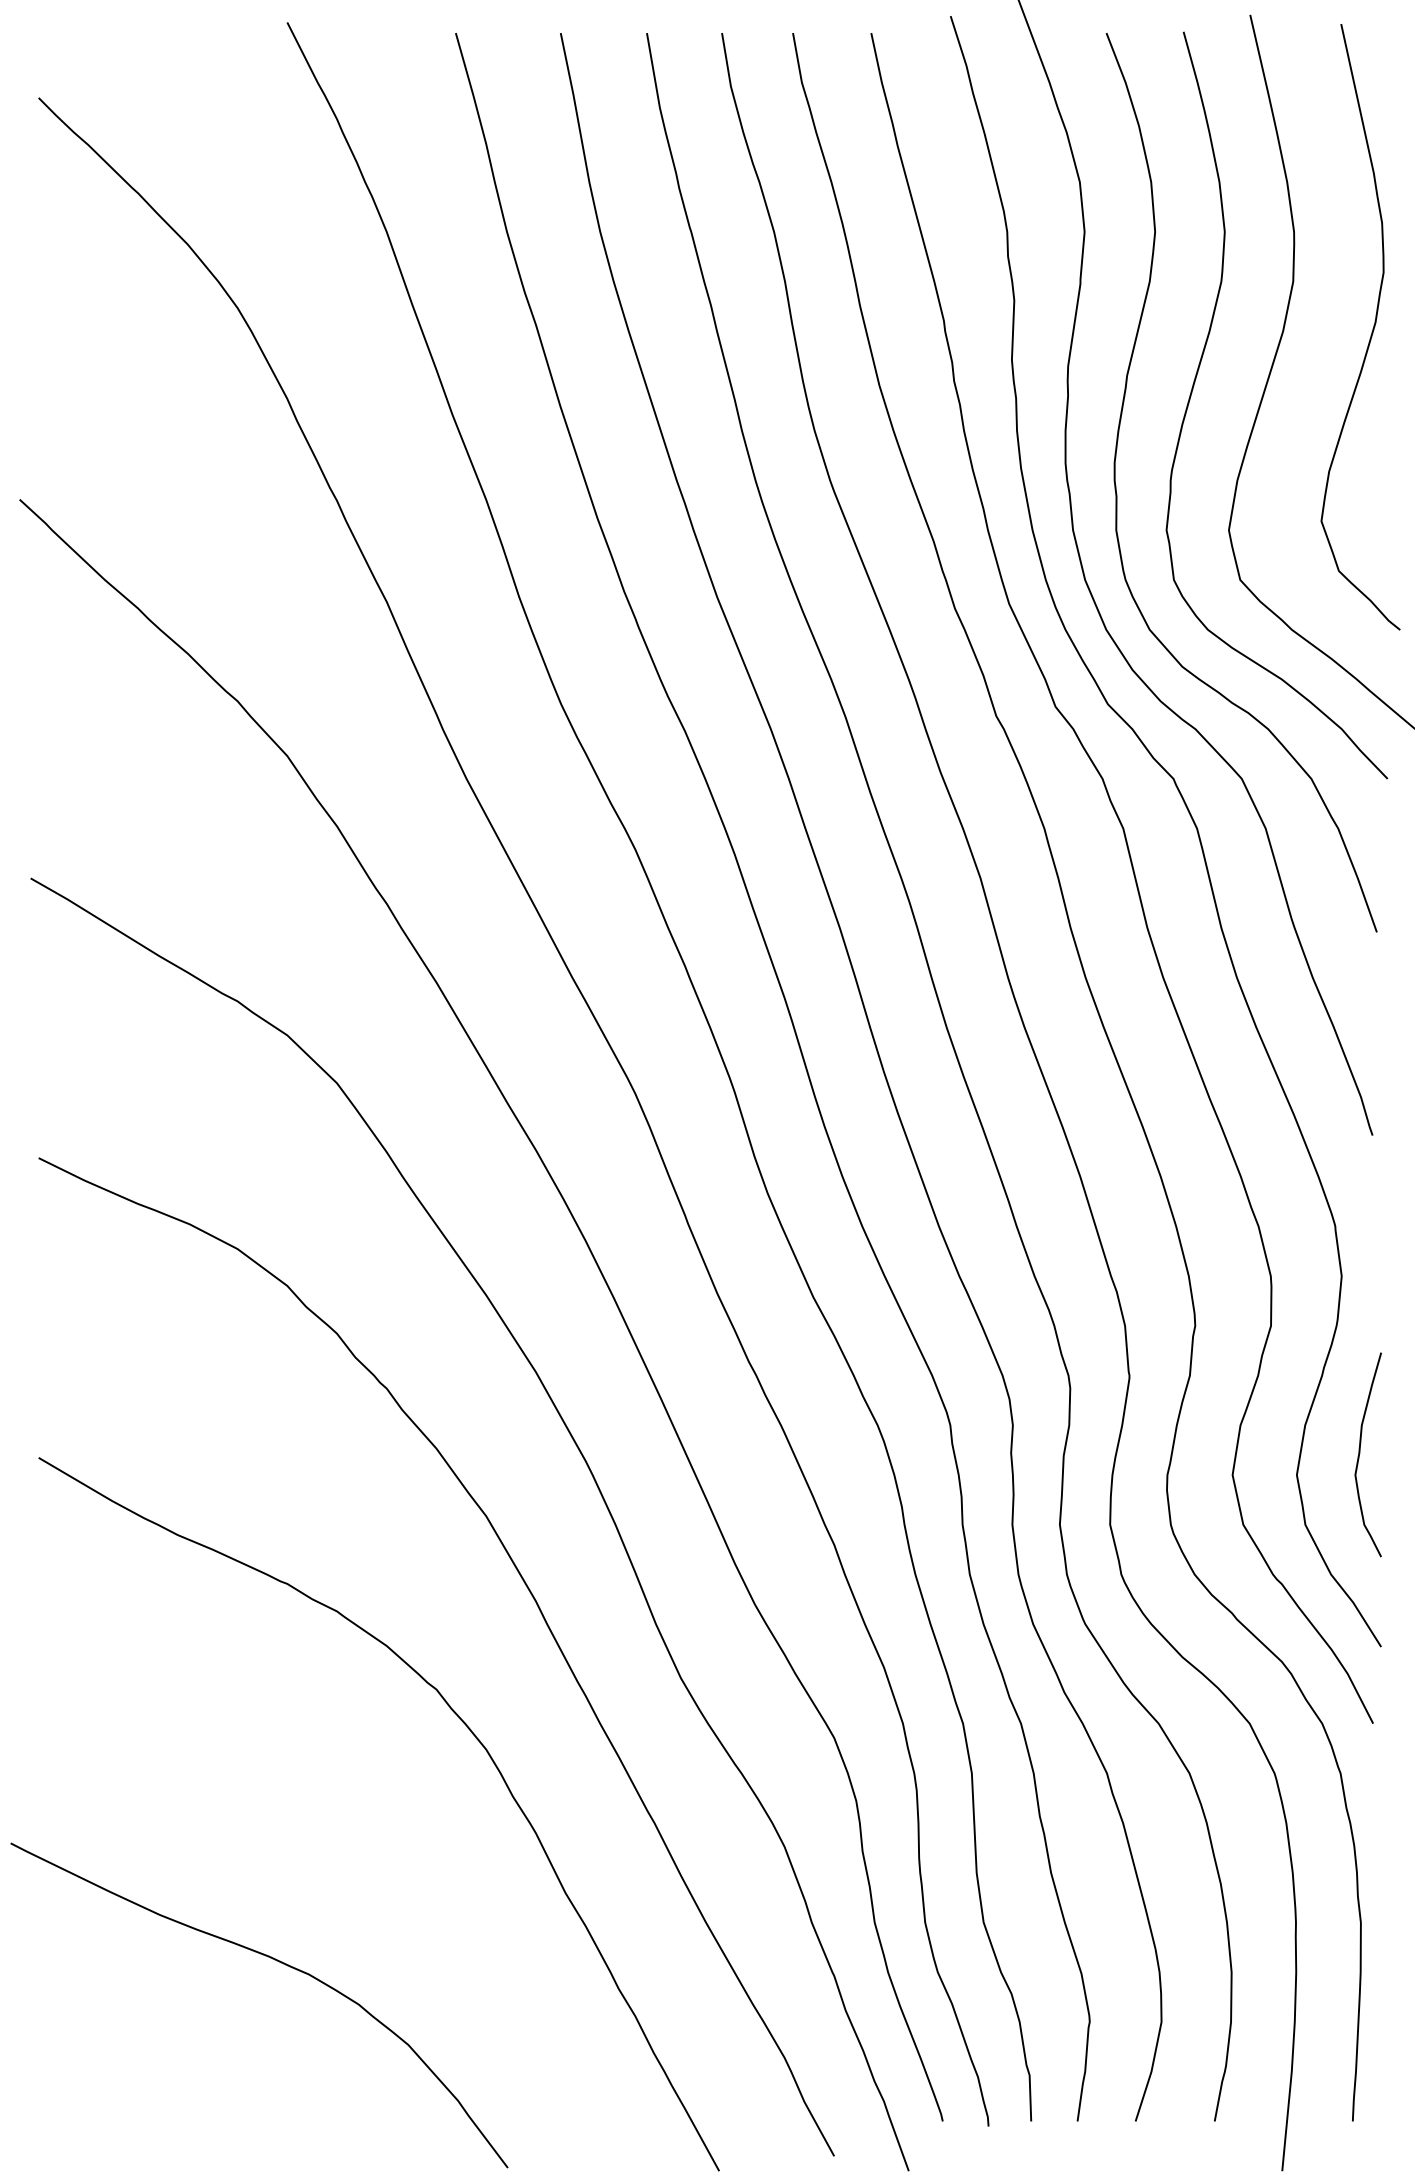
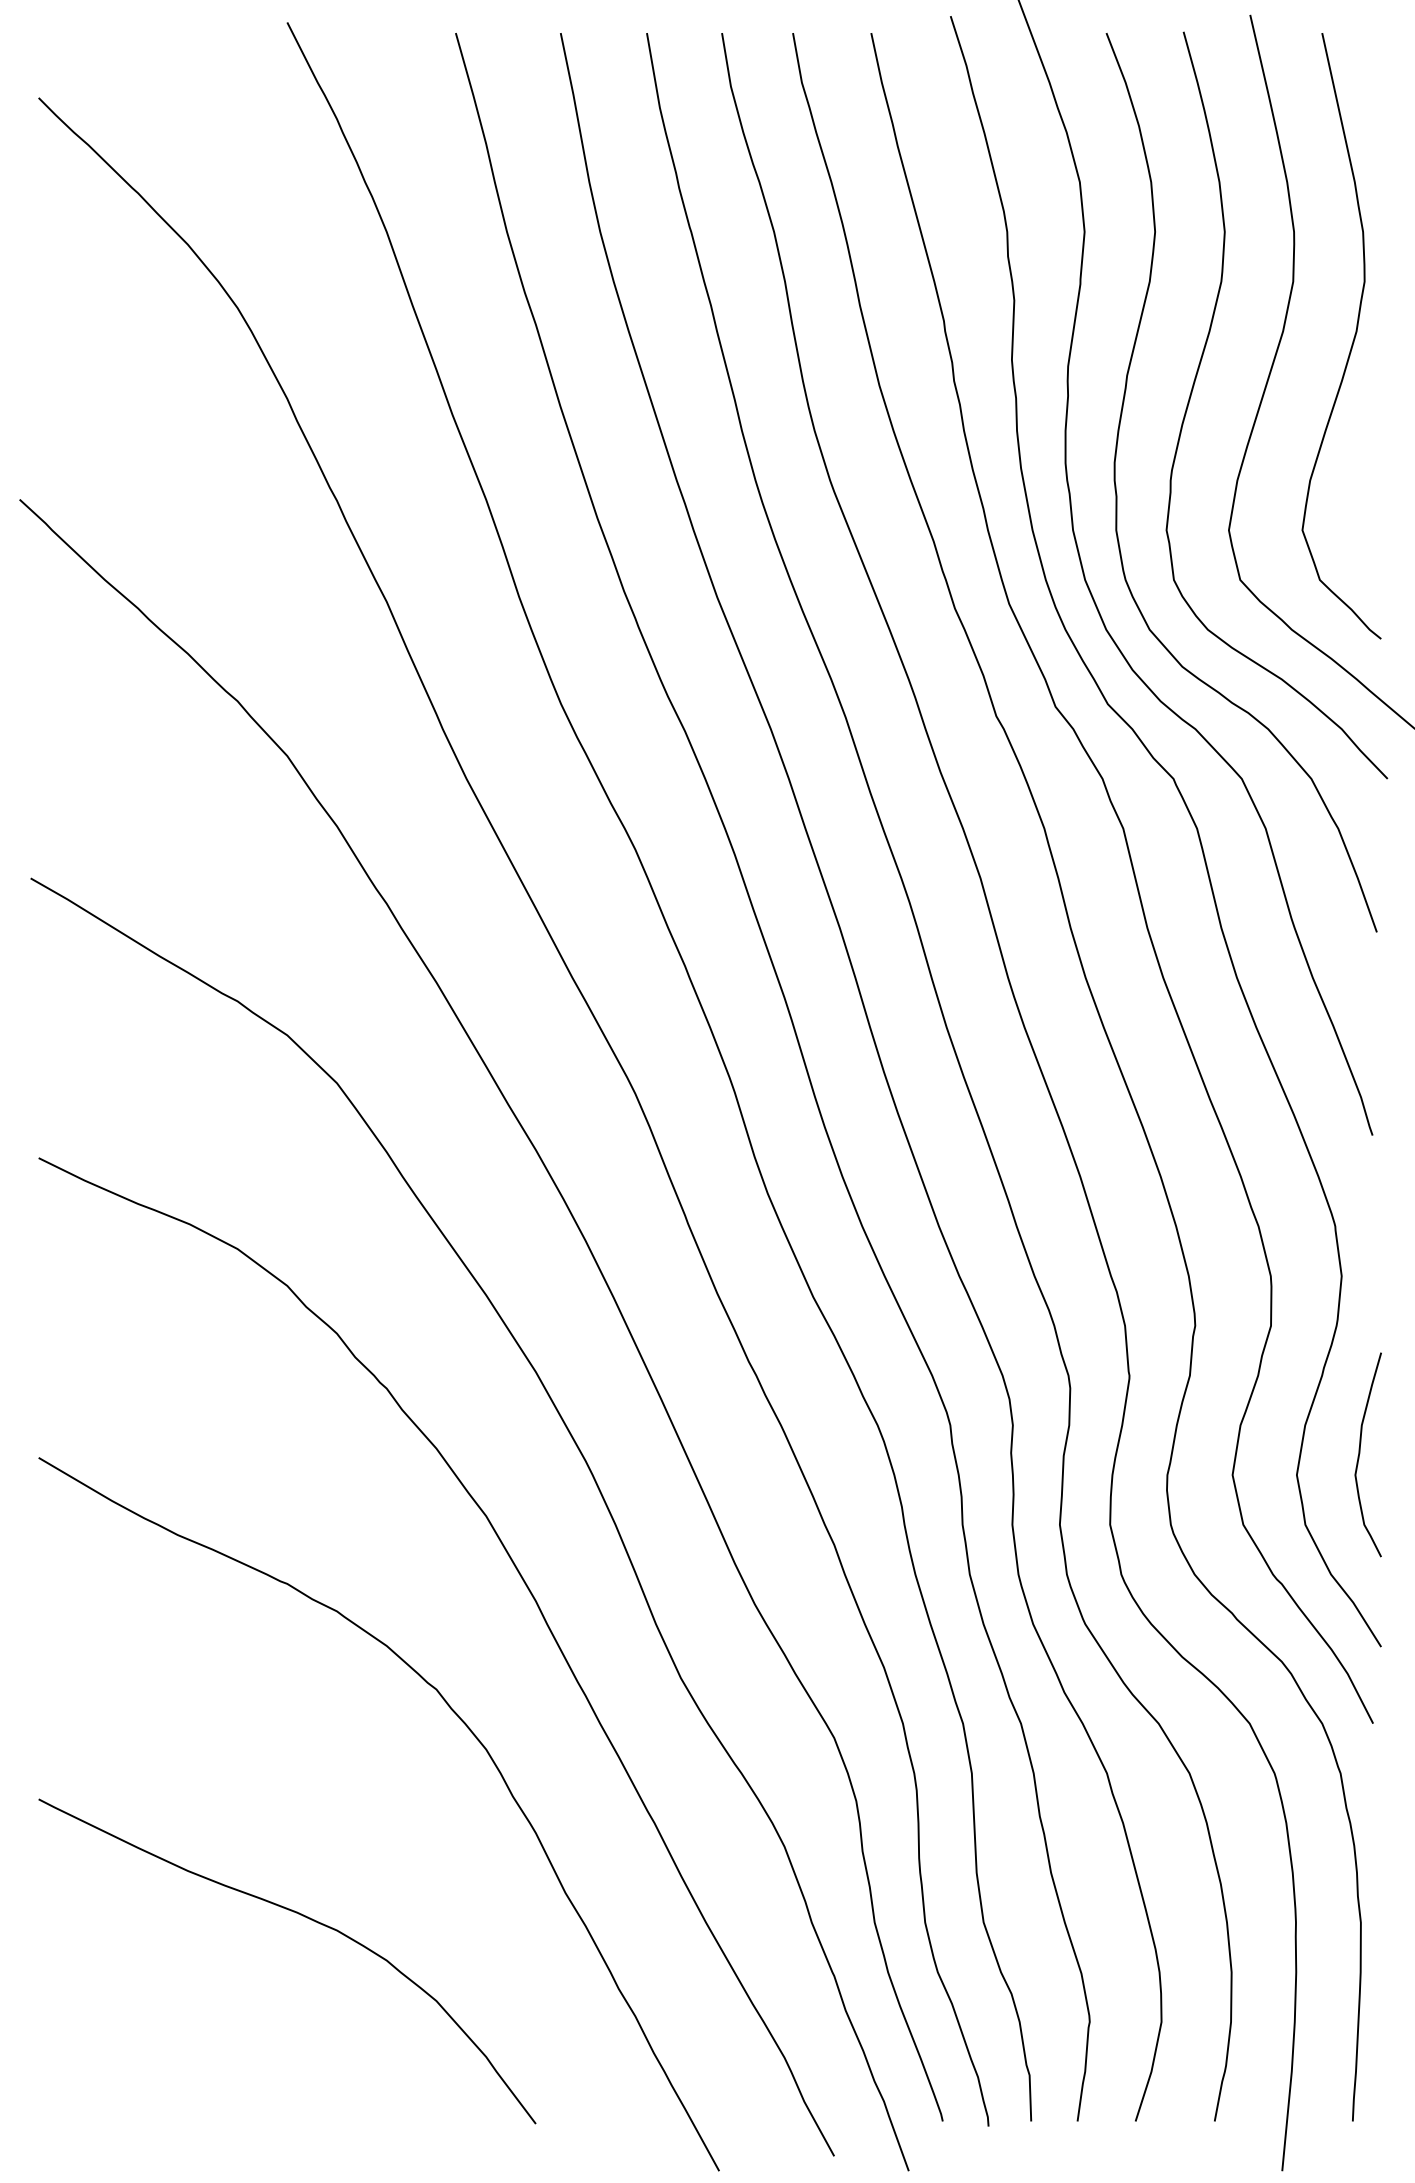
curve at (1372, 328) position: (1372, 328) -> (1353, 337)
curve at (281, 1963) position: (281, 1963) -> (309, 1919)
